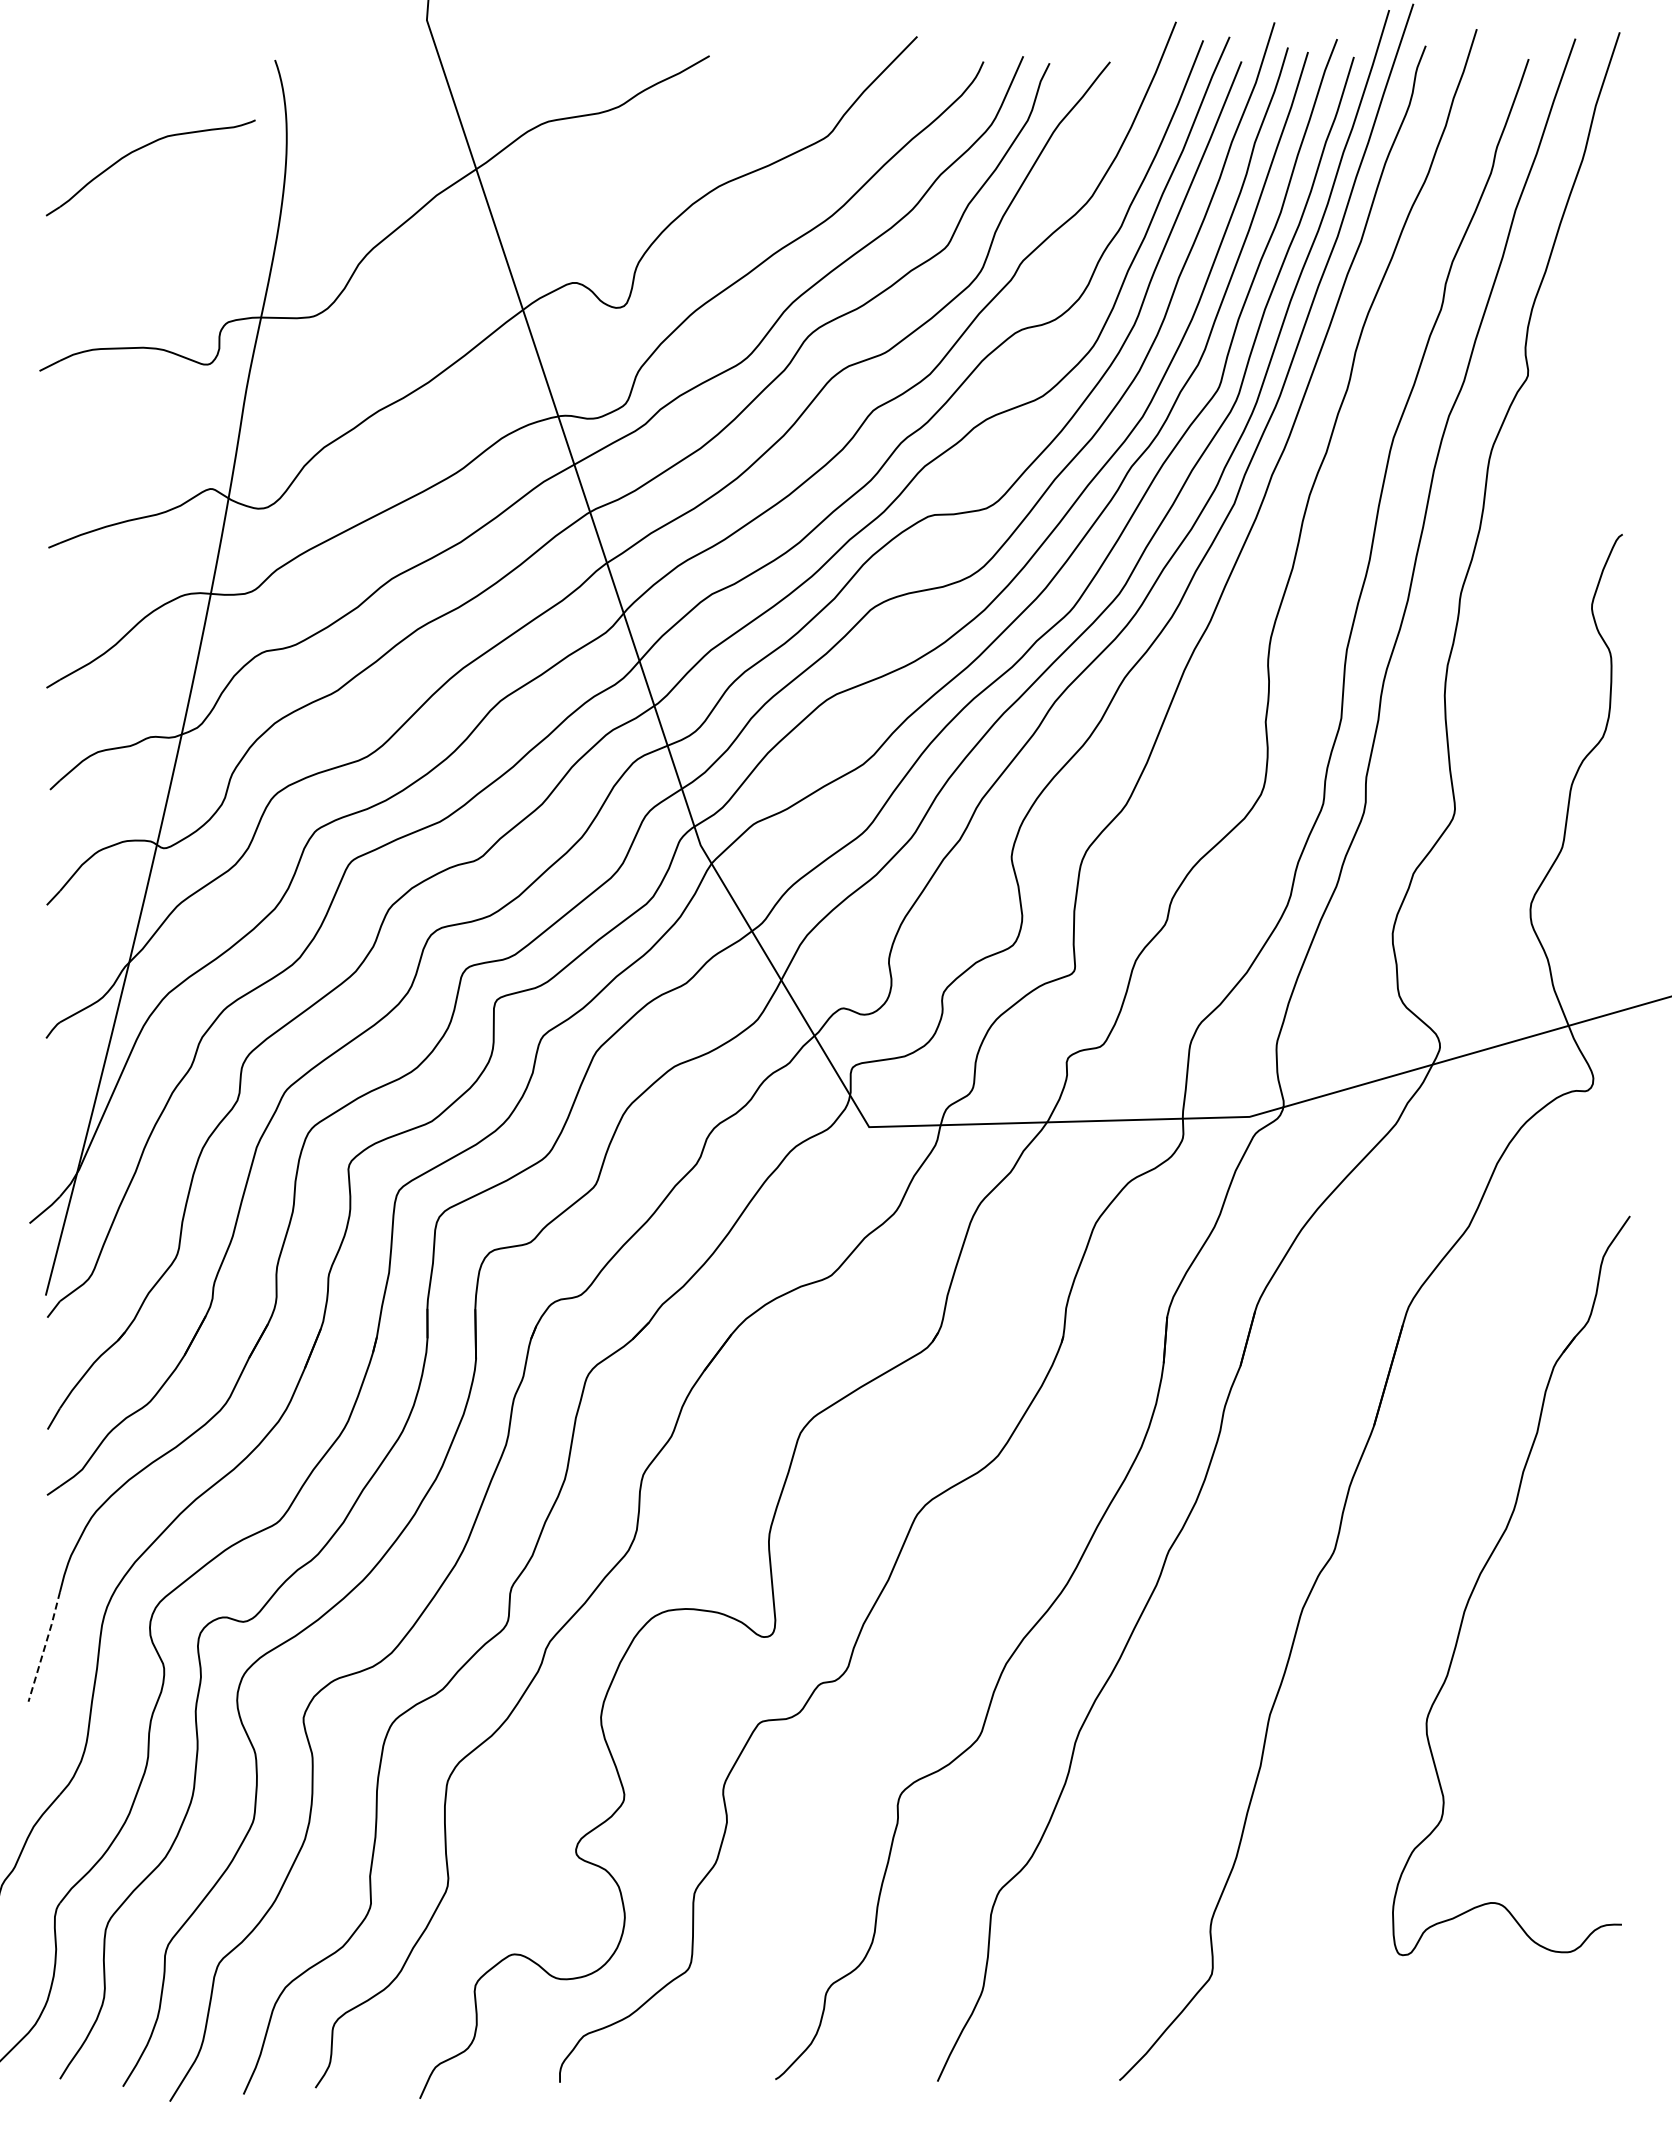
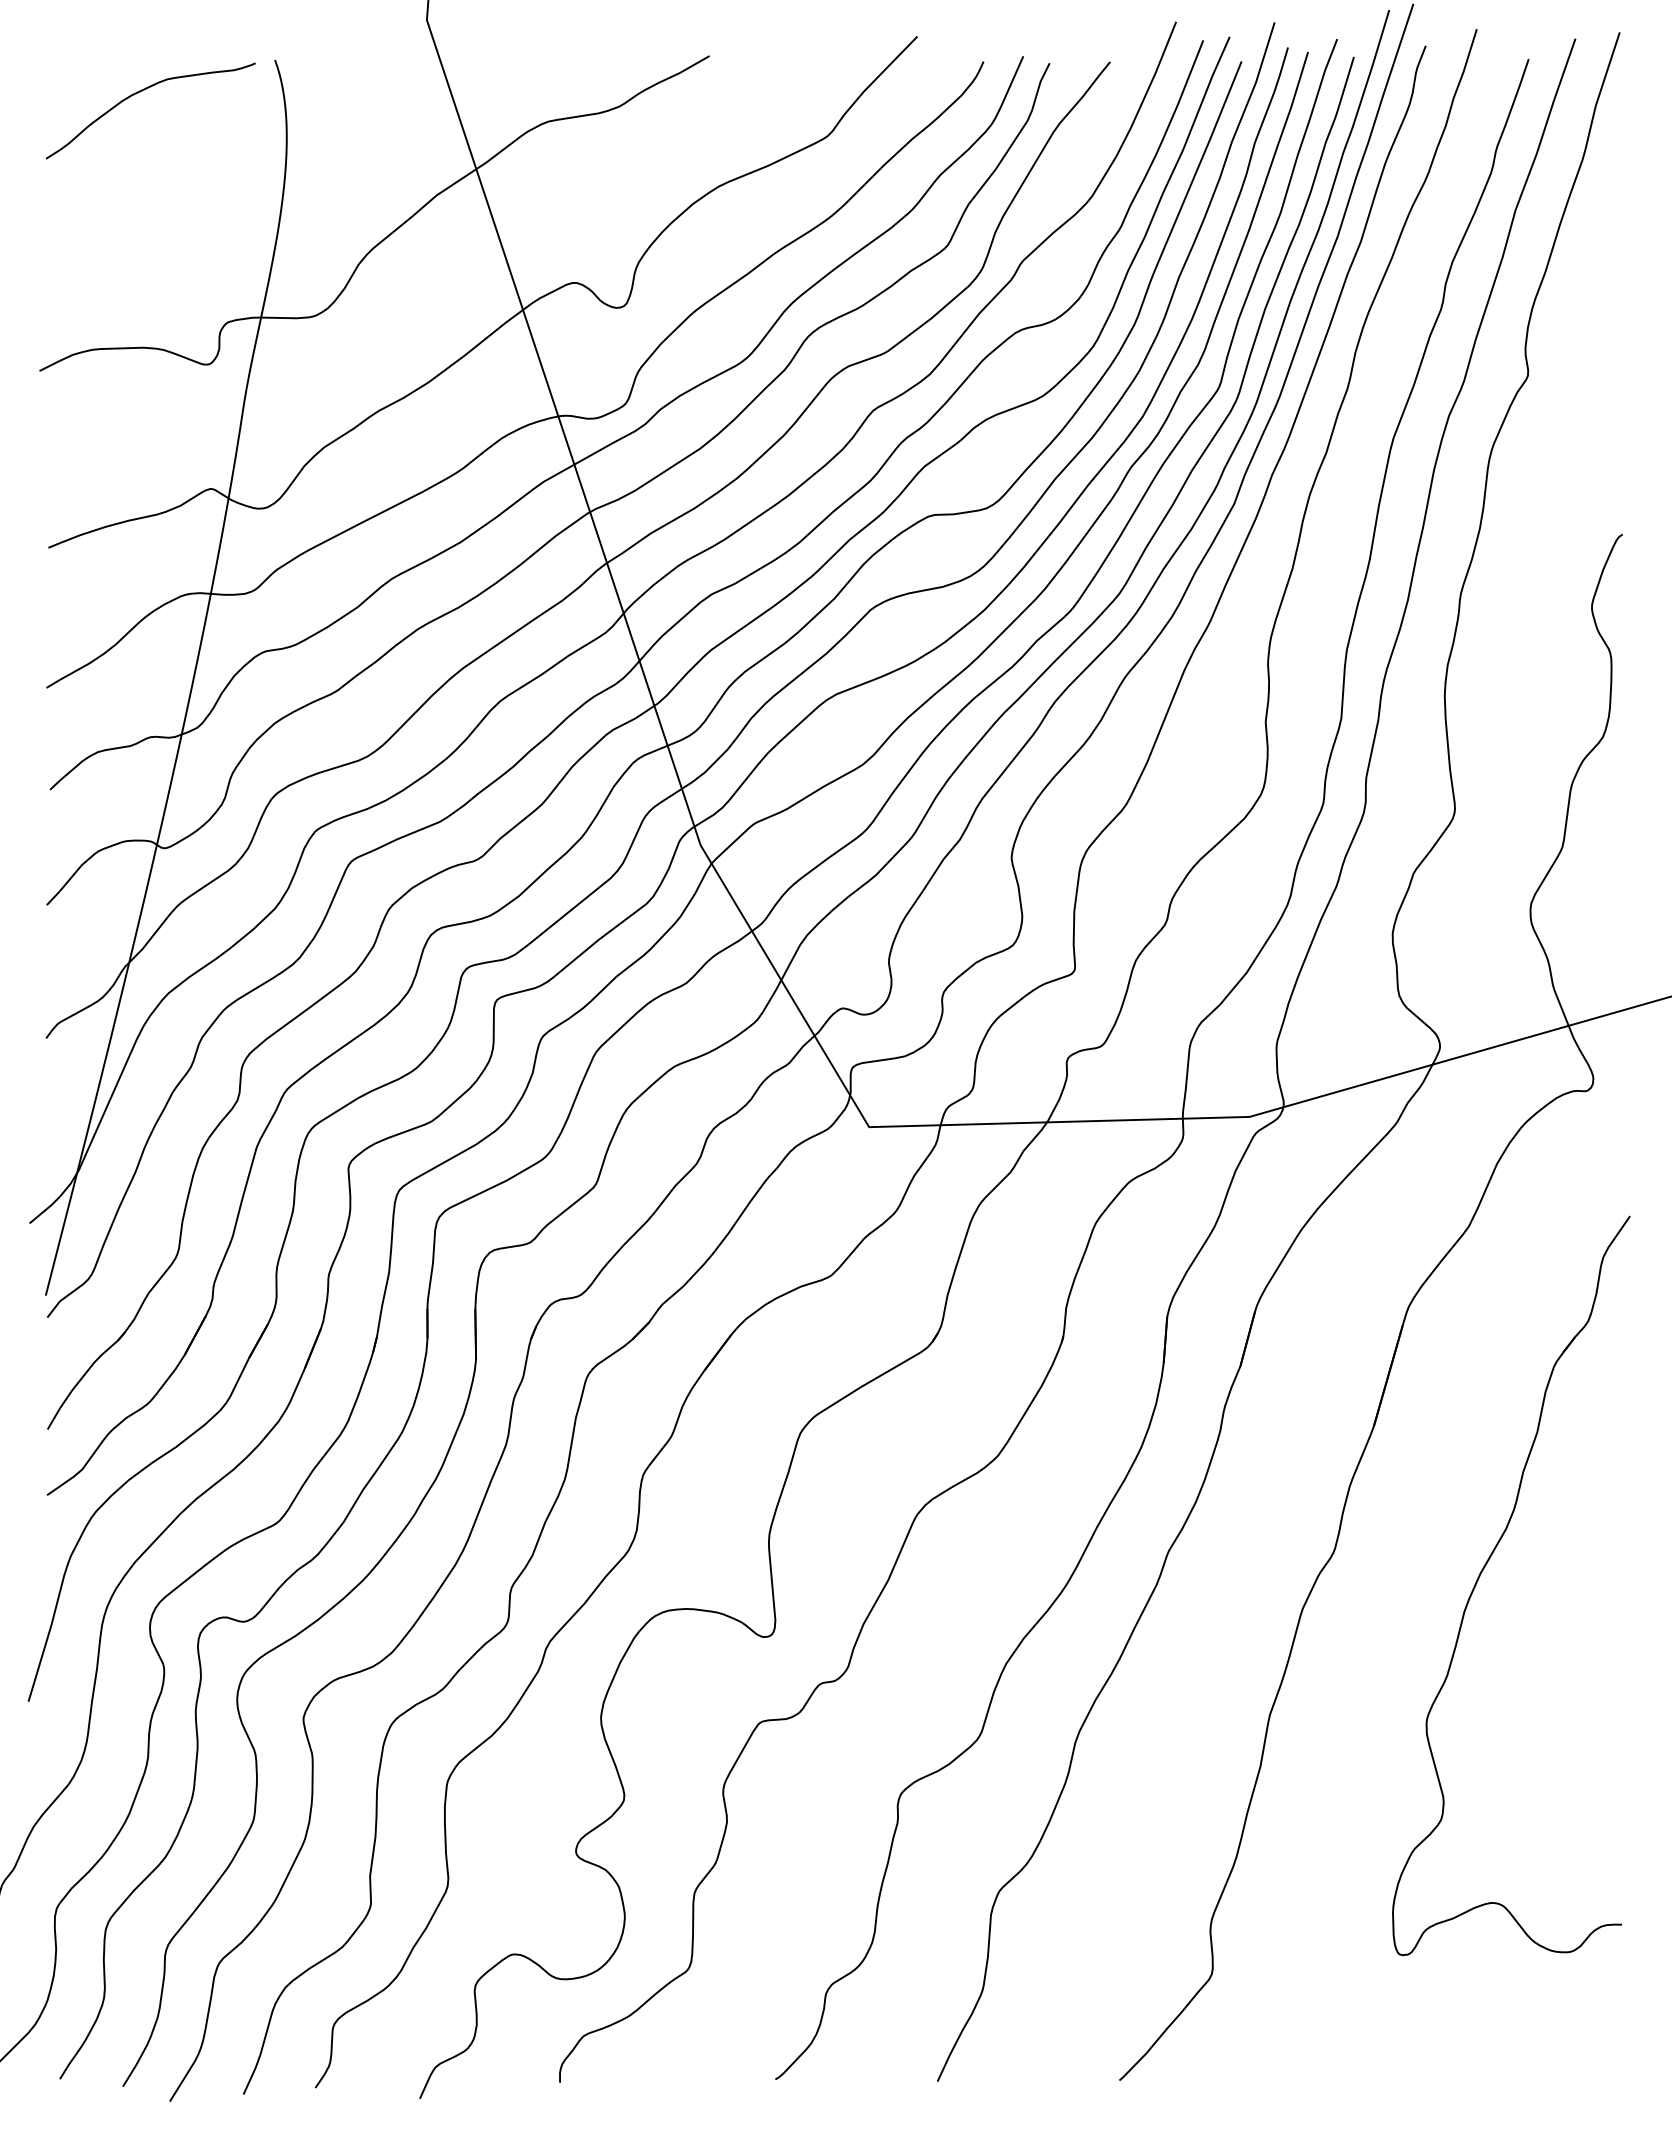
part at (140, 149) position: (140, 149) -> (140, 92)
line at (45, 1646): dashed -> solid
